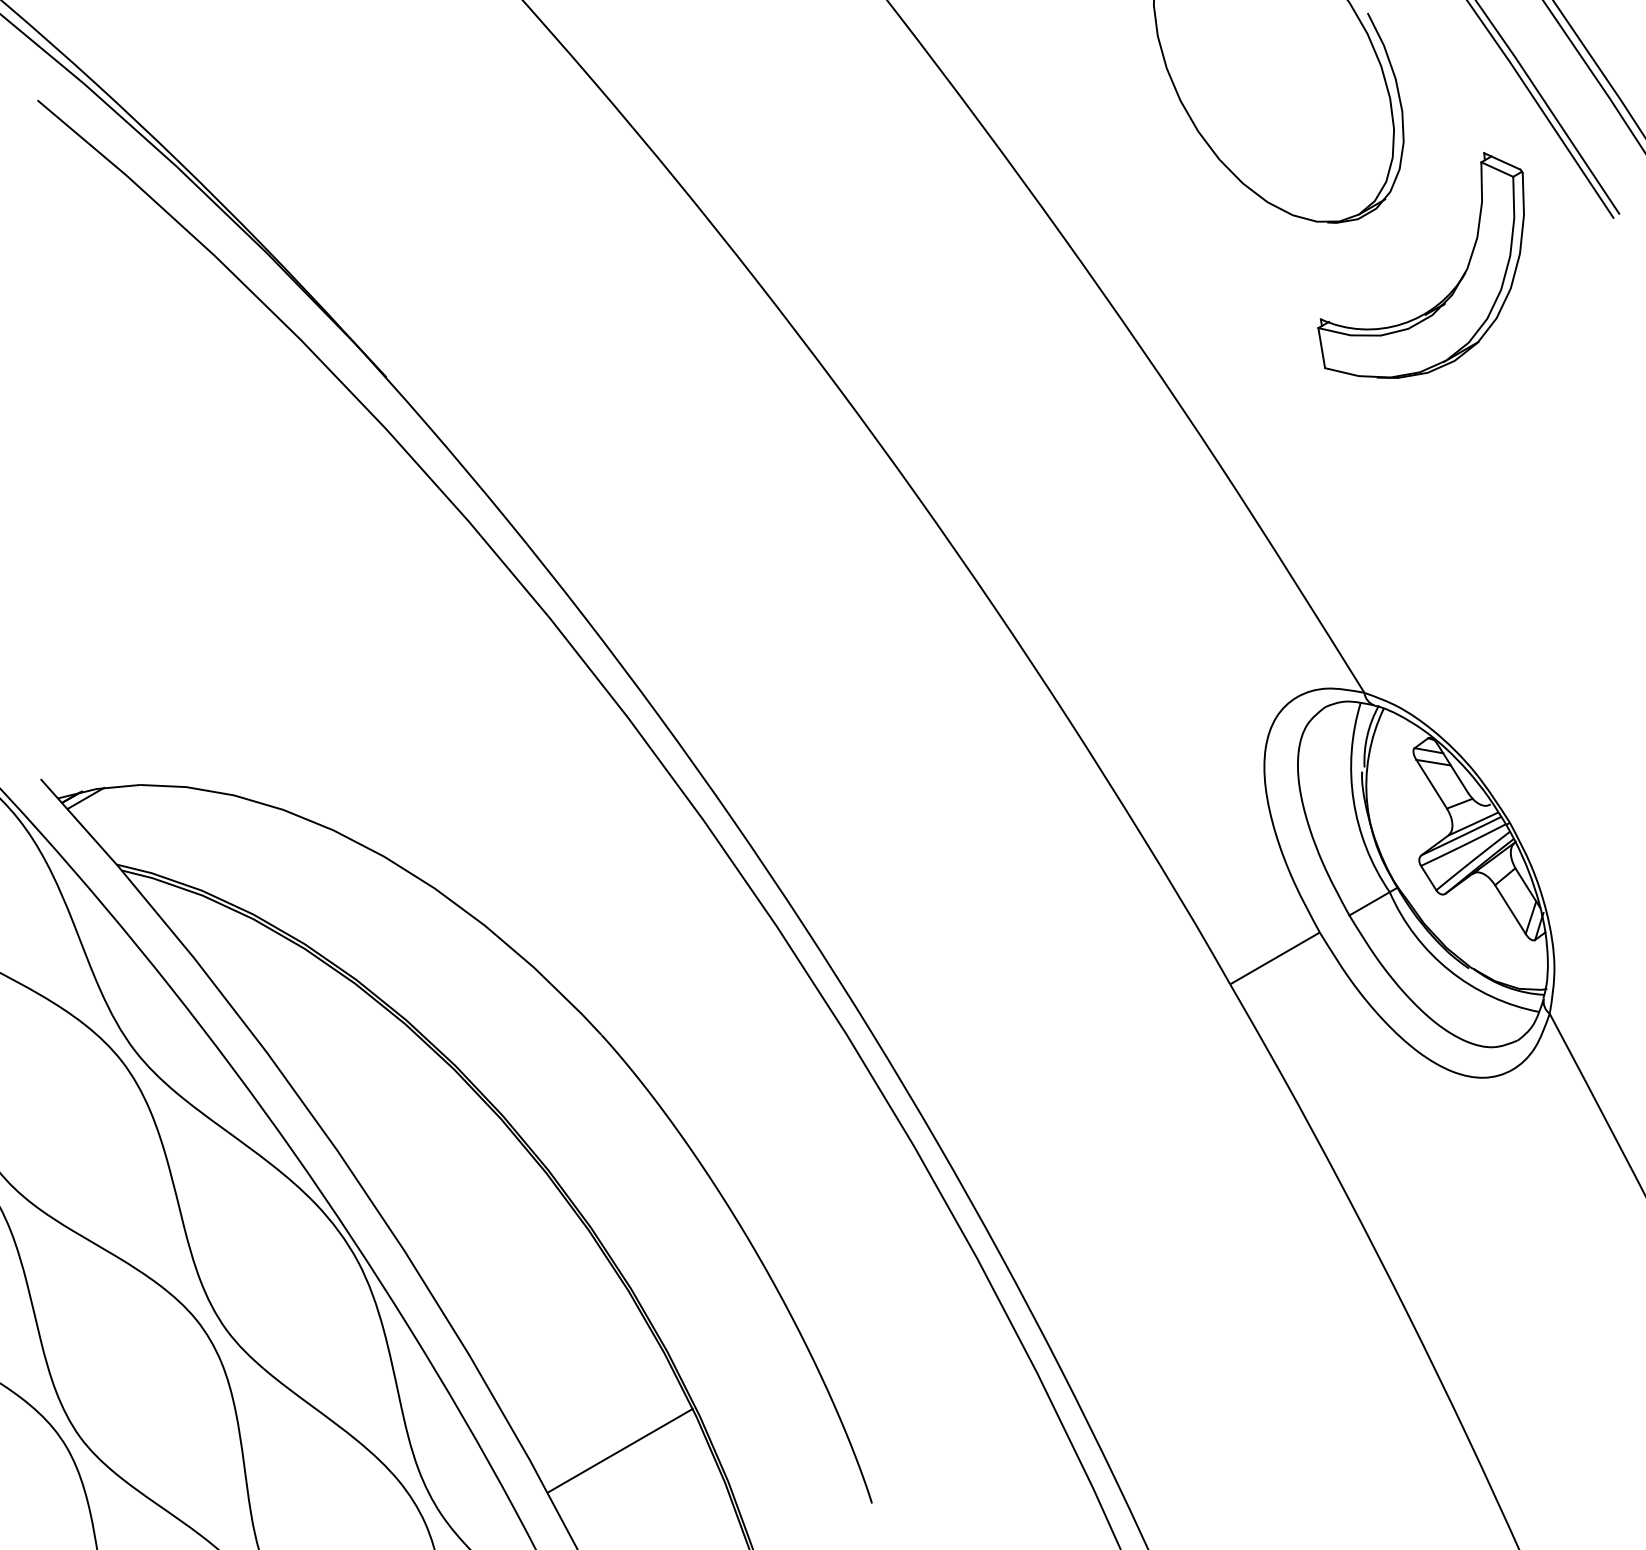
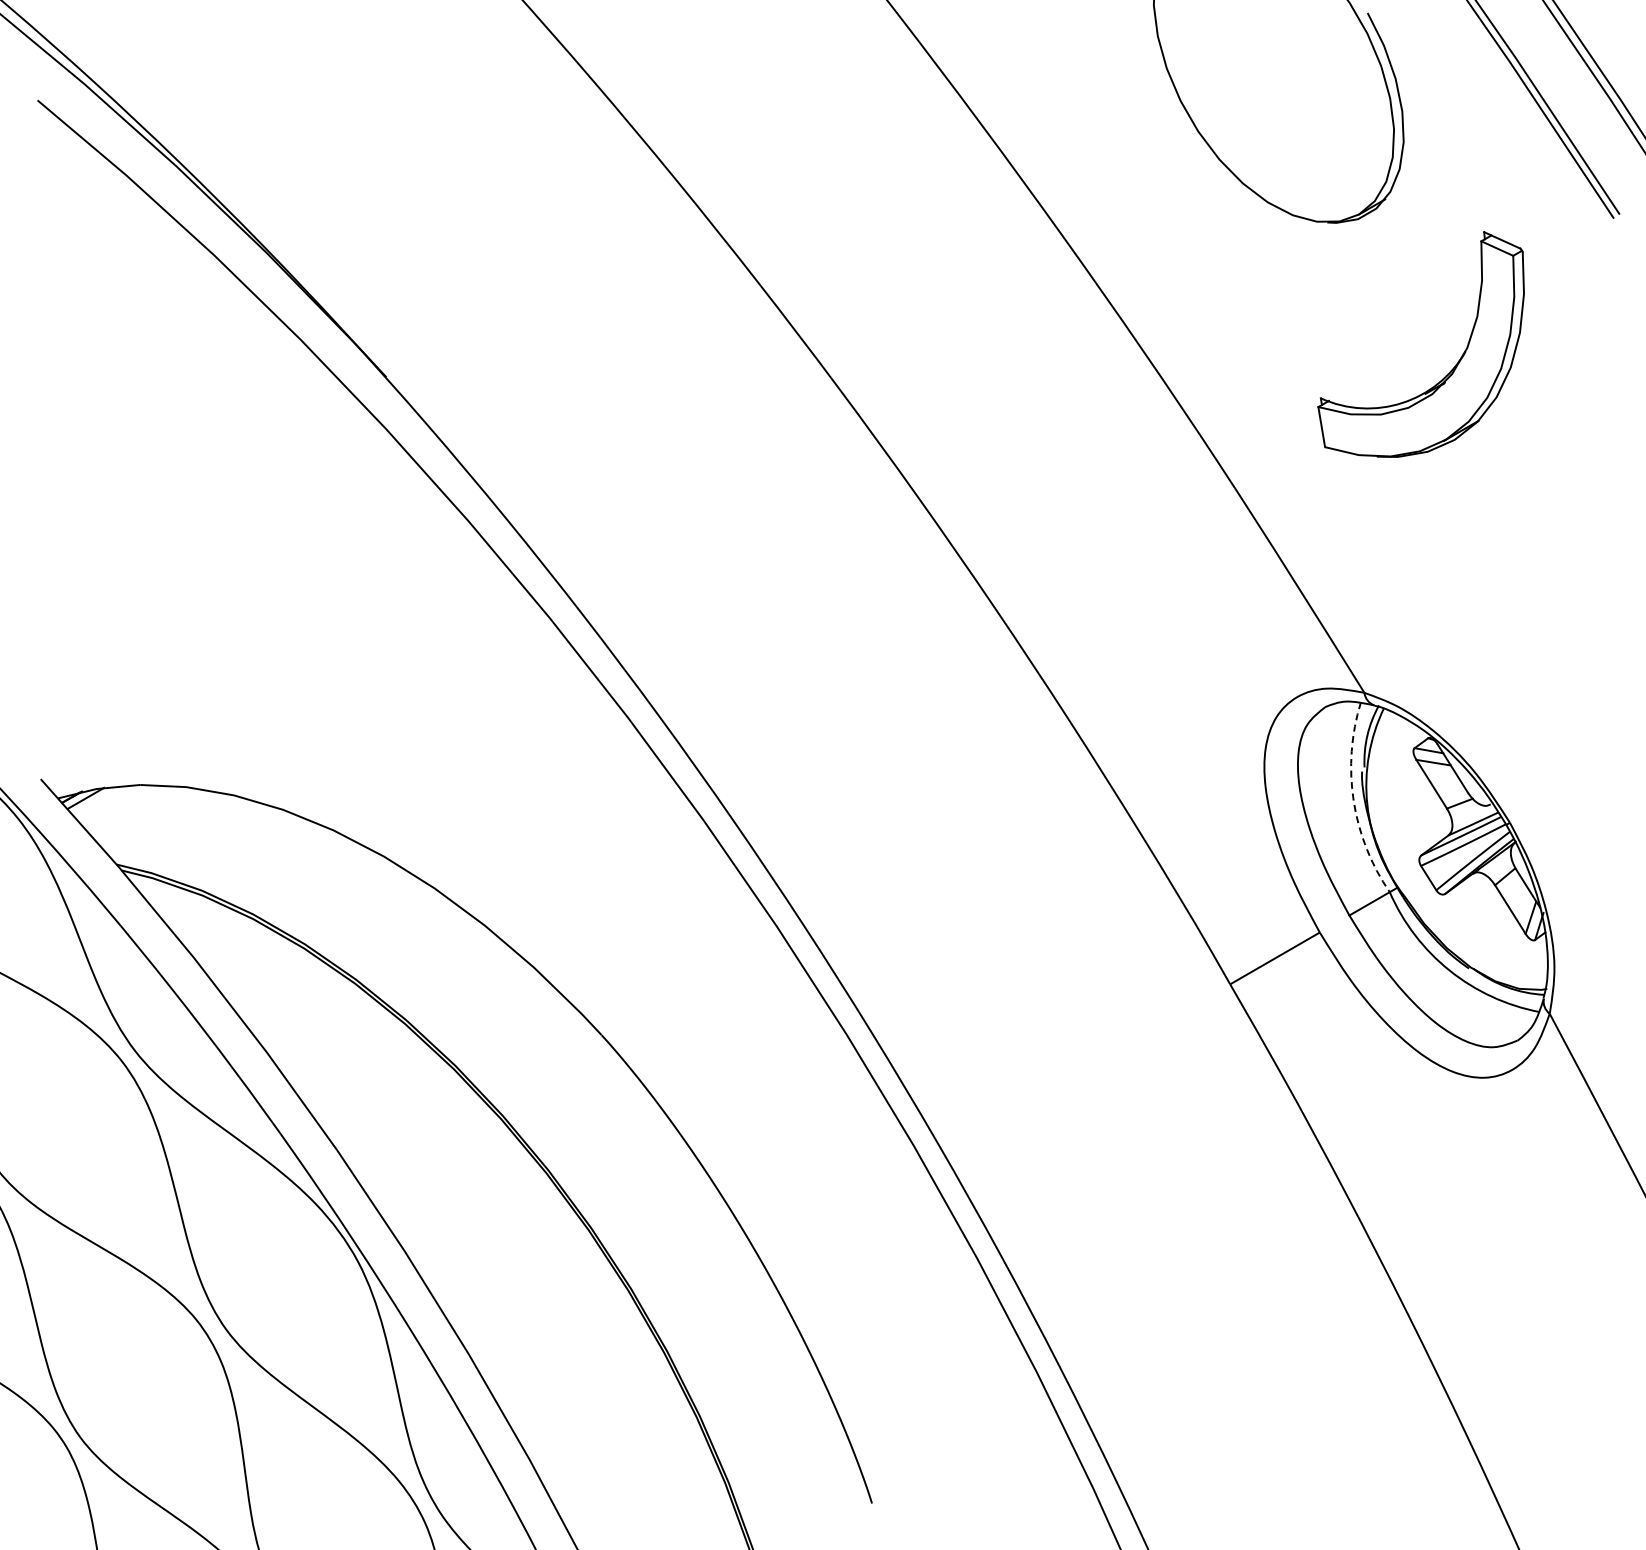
part at (1449, 292) position: (1449, 292) -> (1449, 371)
arc at (1353, 800): solid -> dashed
line at (619, 1450): present -> none
